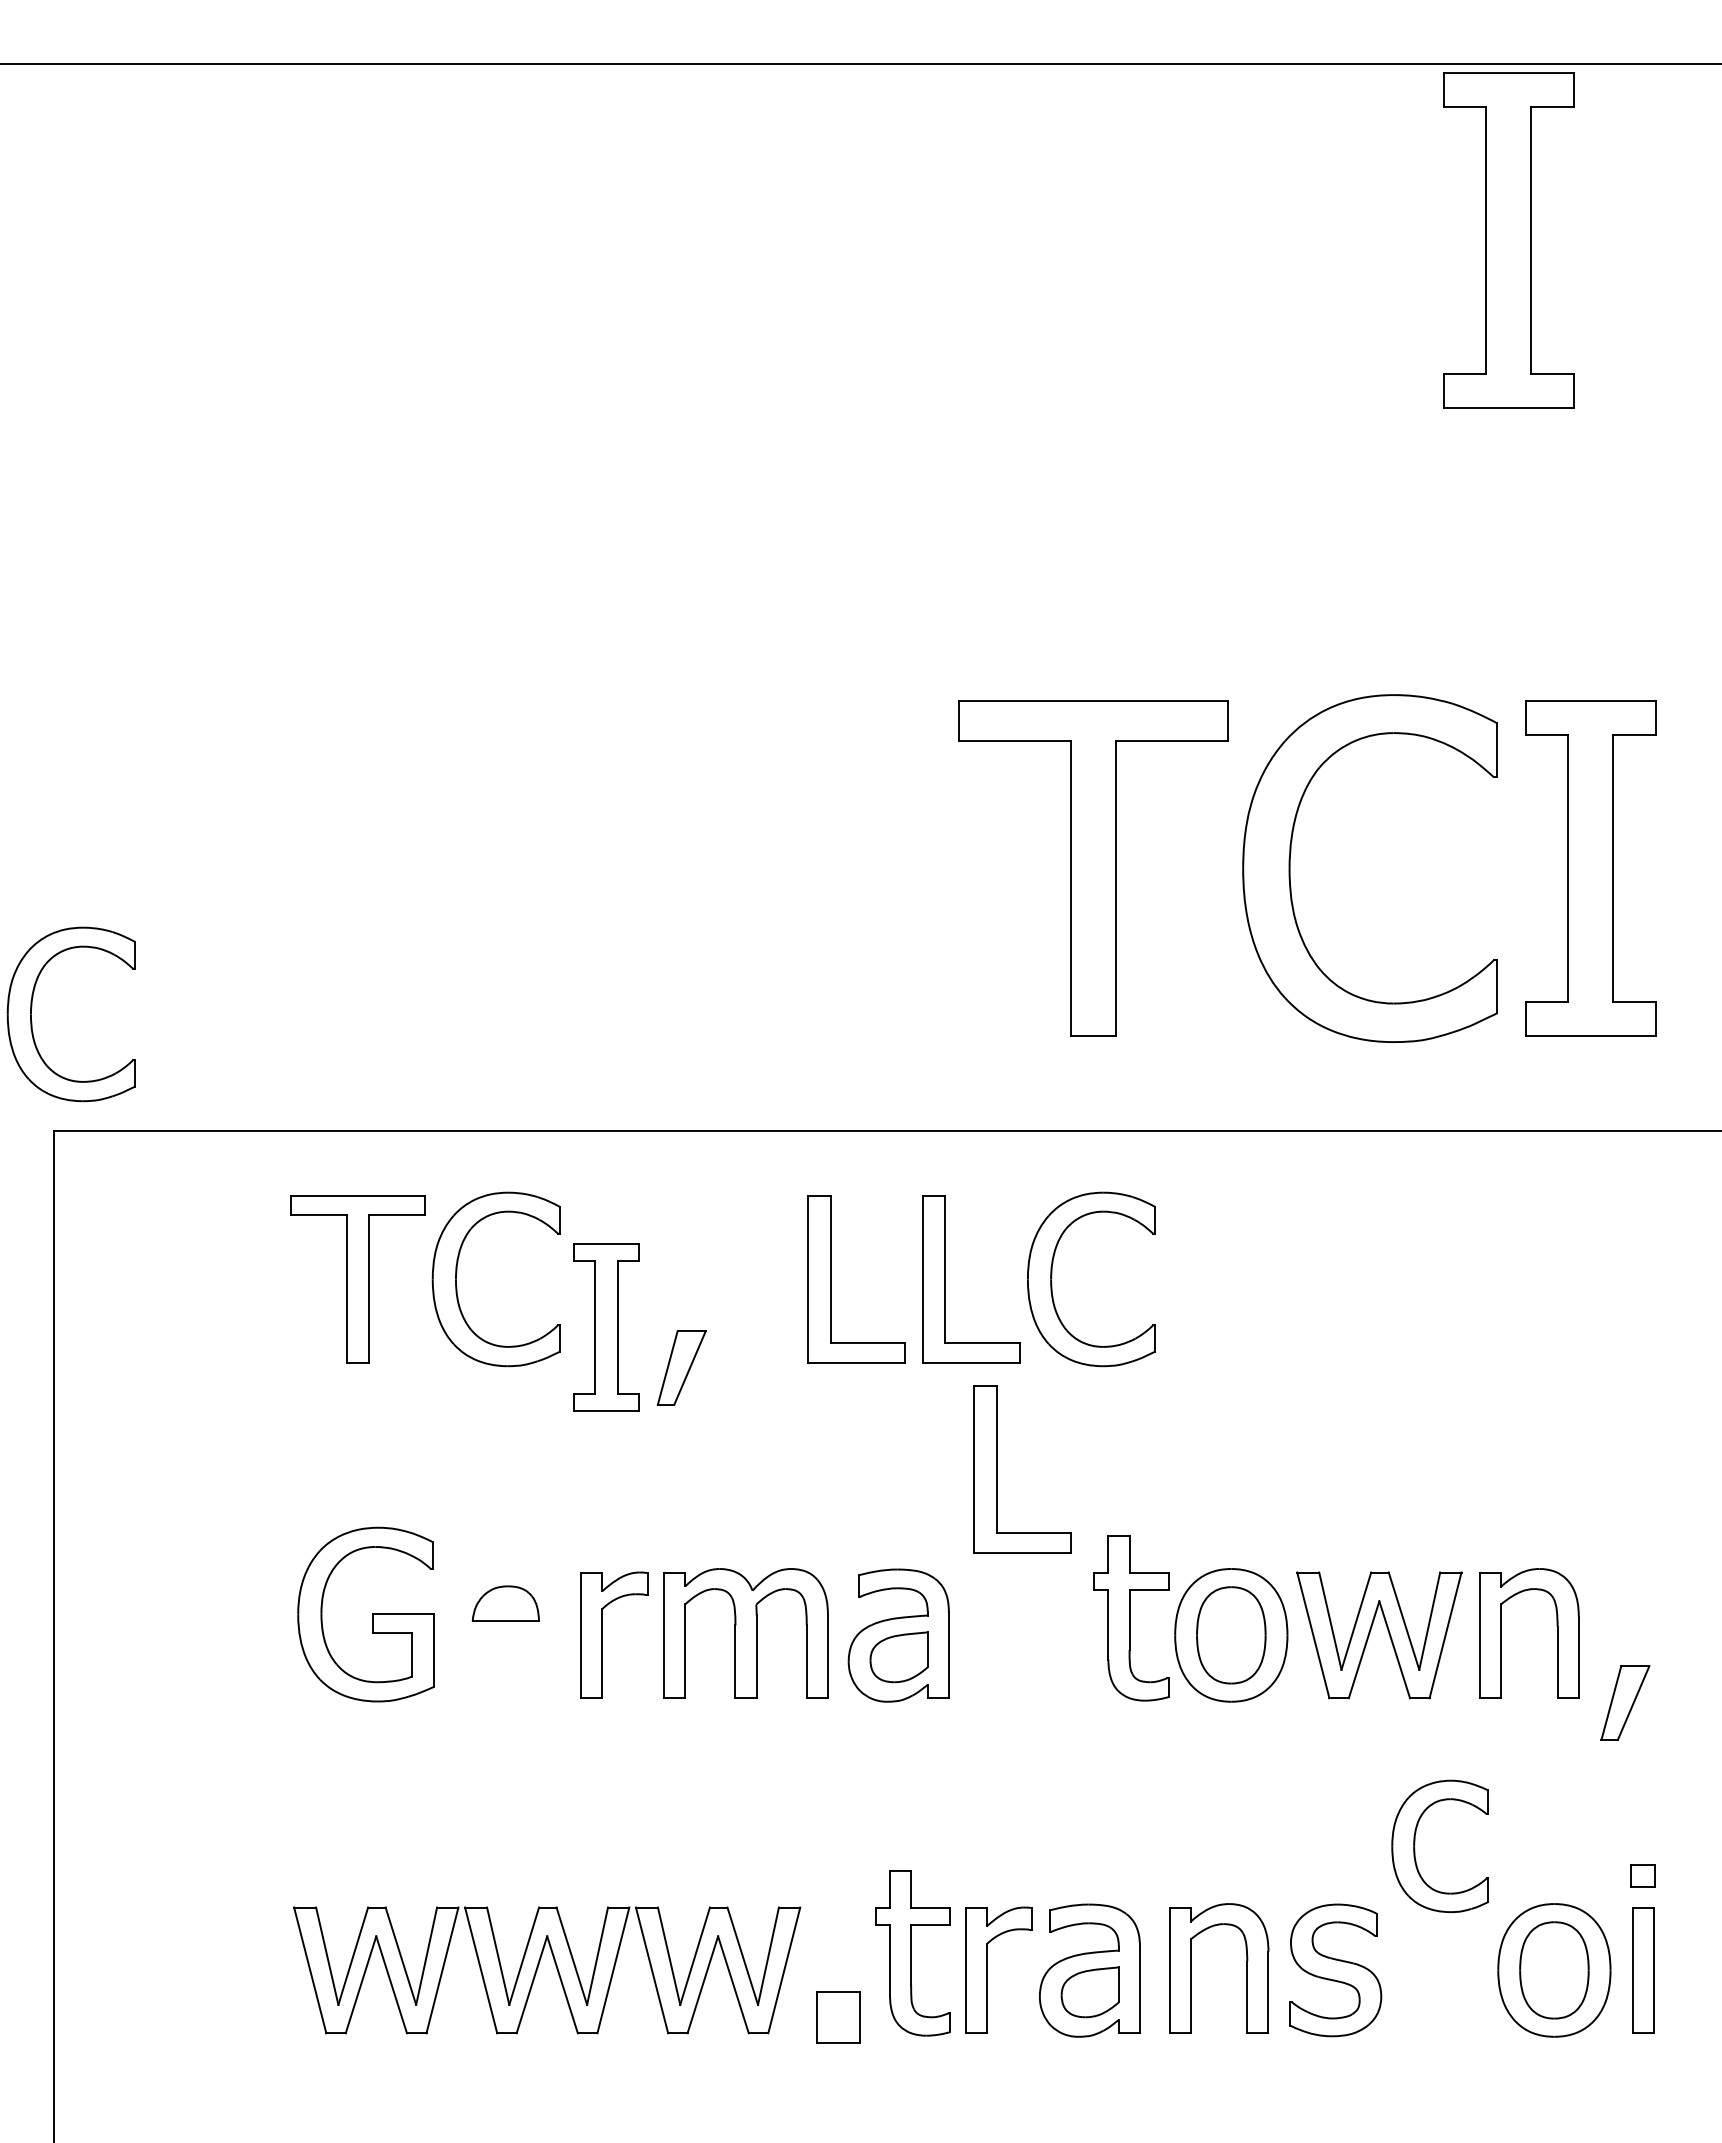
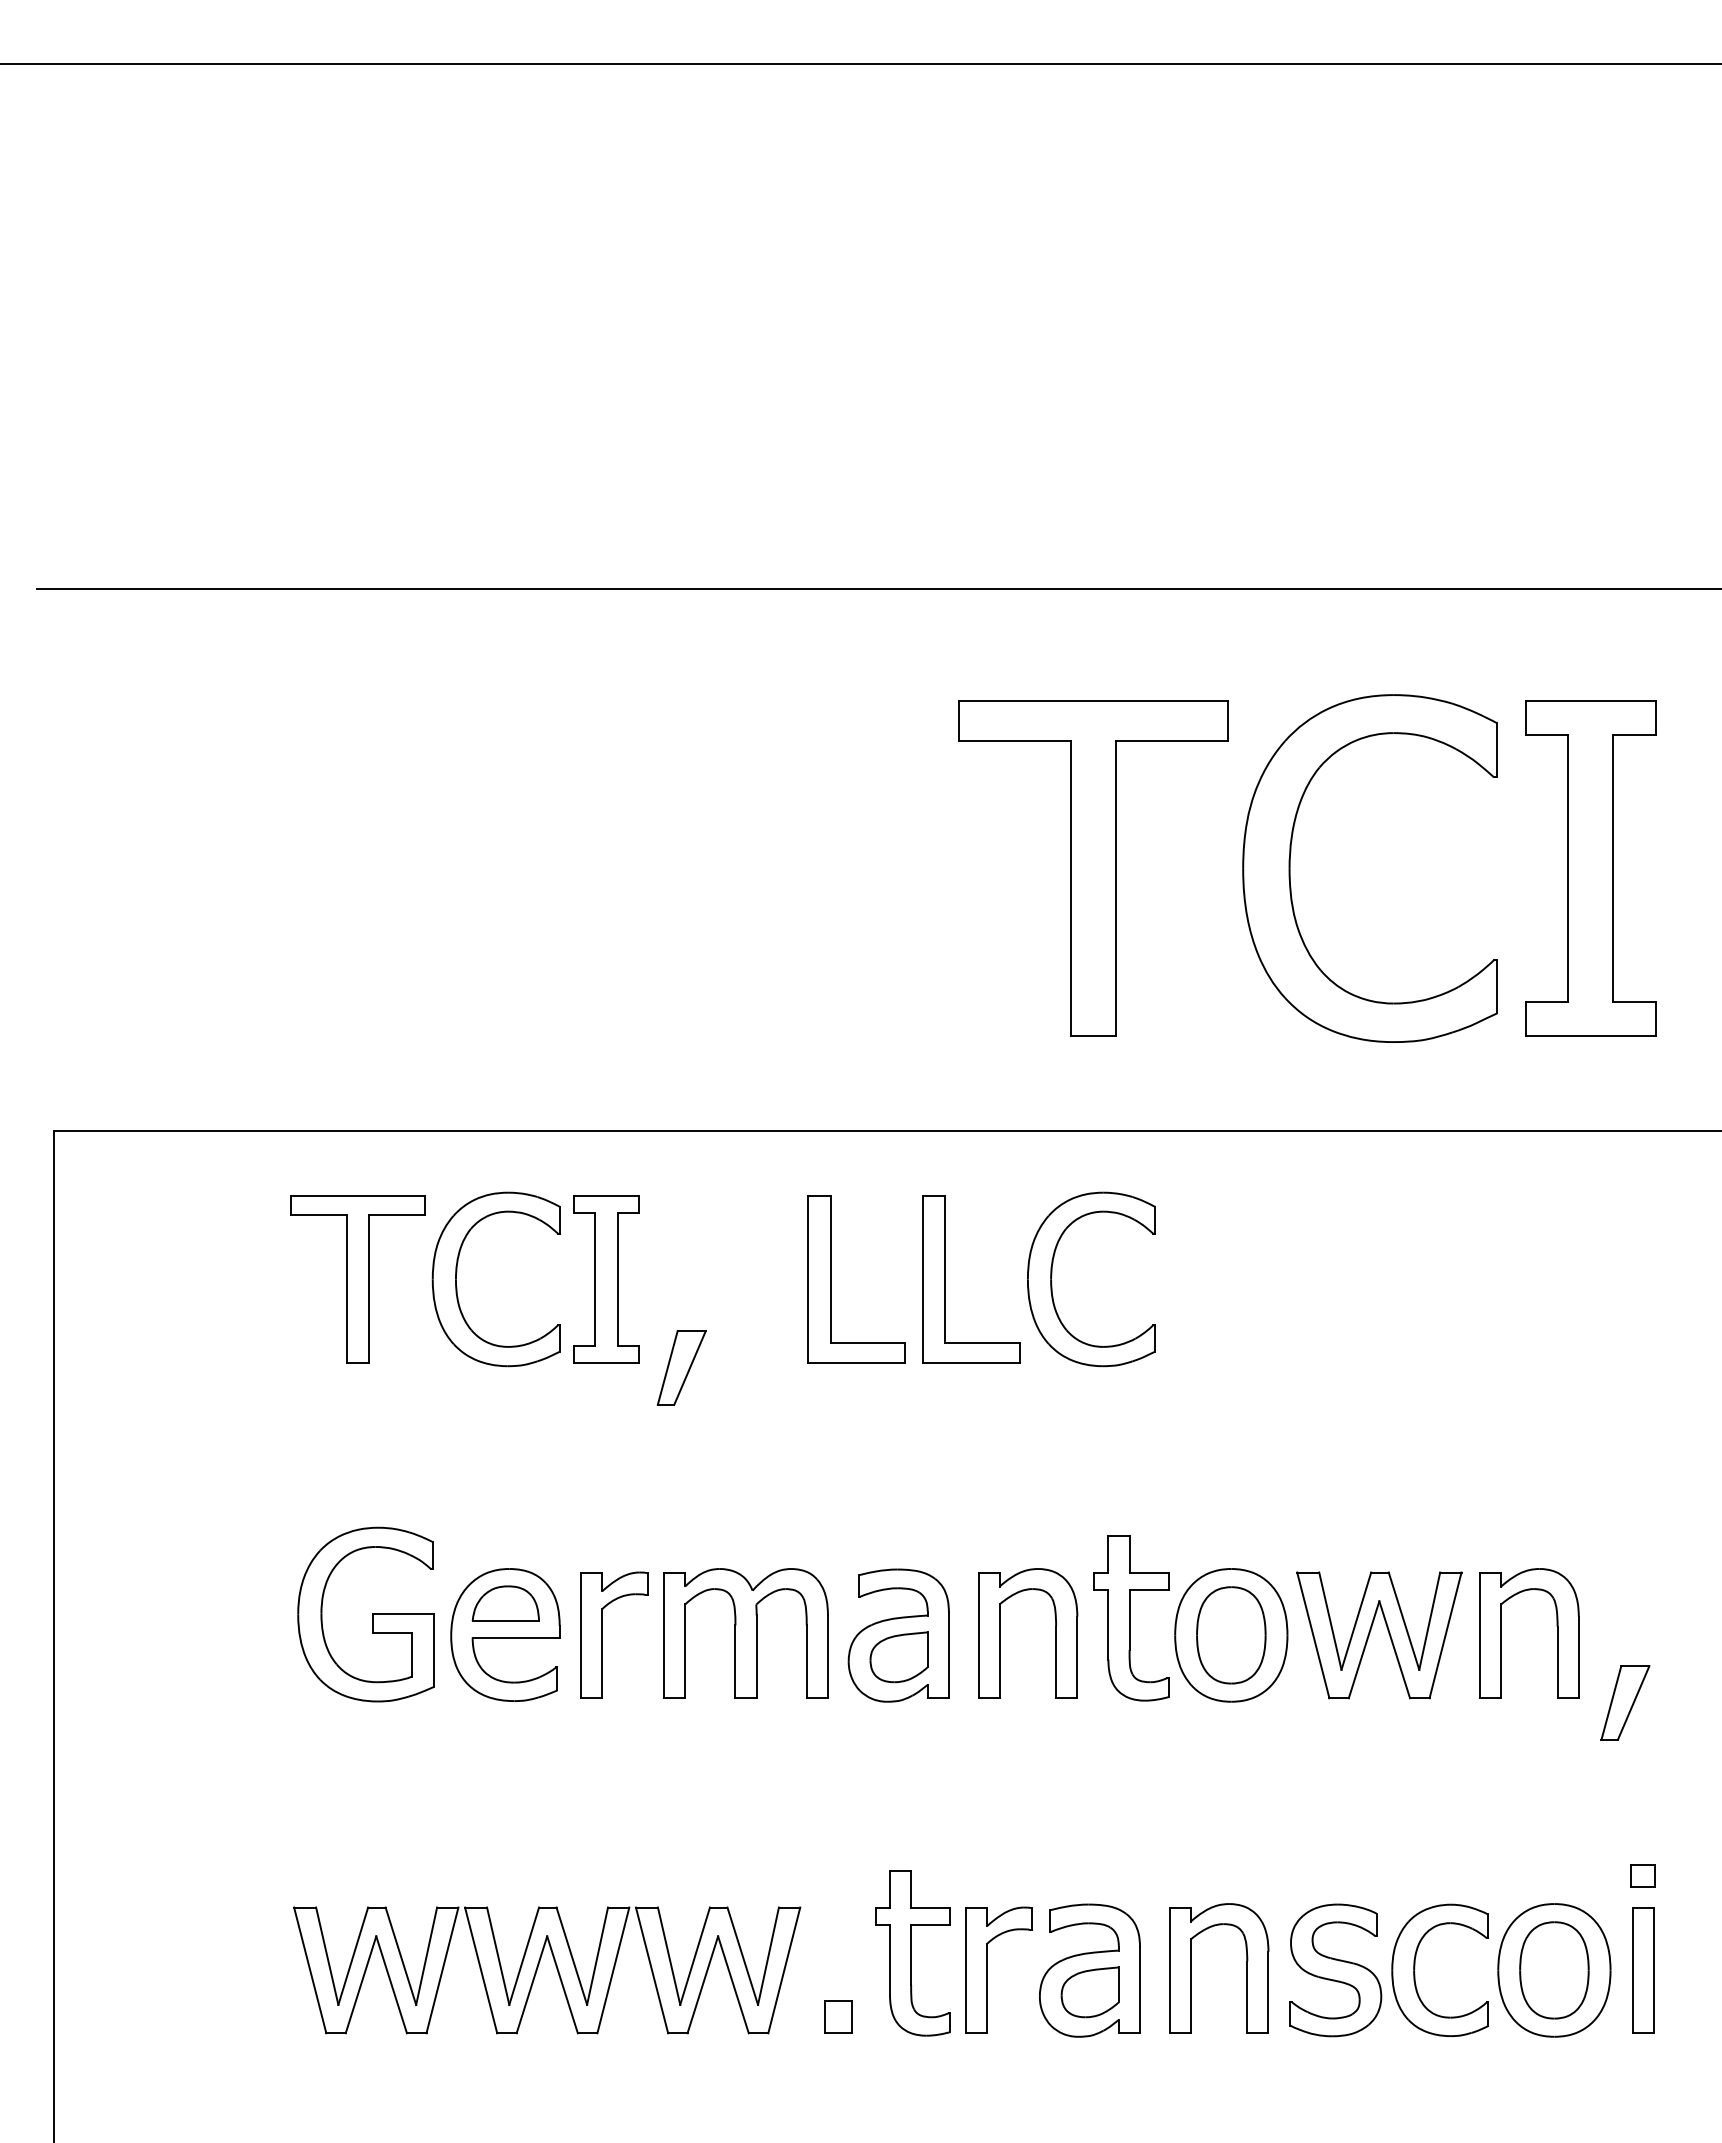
part at (1508, 240): present -> none
line at (877, 589): none -> present
part at (32, 1007): present -> none
part at (606, 1327) position: (606, 1327) -> (606, 1279)
part at (997, 1469): present -> none
part at (1055, 1633): none -> present
part at (505, 1634): none -> present
part at (1415, 1844) position: (1415, 1844) -> (1415, 1968)
part at (838, 2017) size: 45x53 px -> 29x34 px
